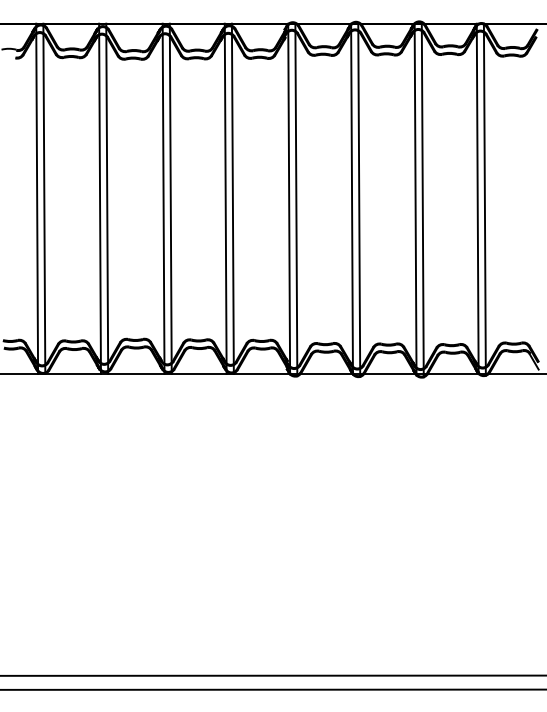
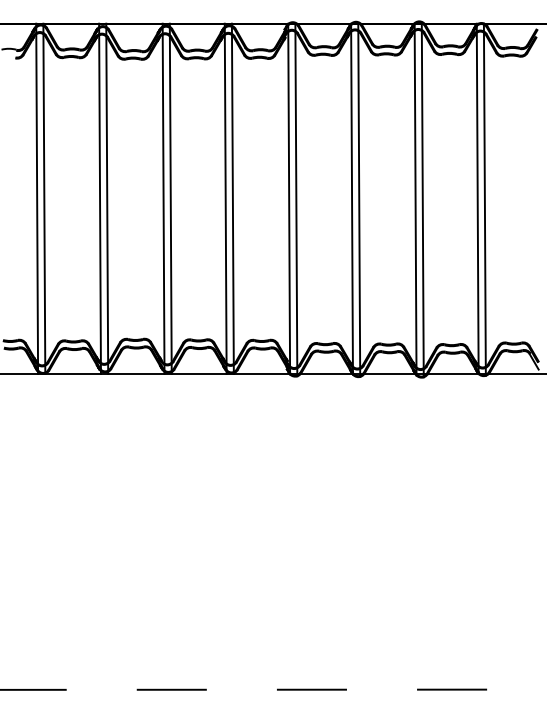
line at (272, 675): present -> none
line at (273, 689): solid -> dashed
